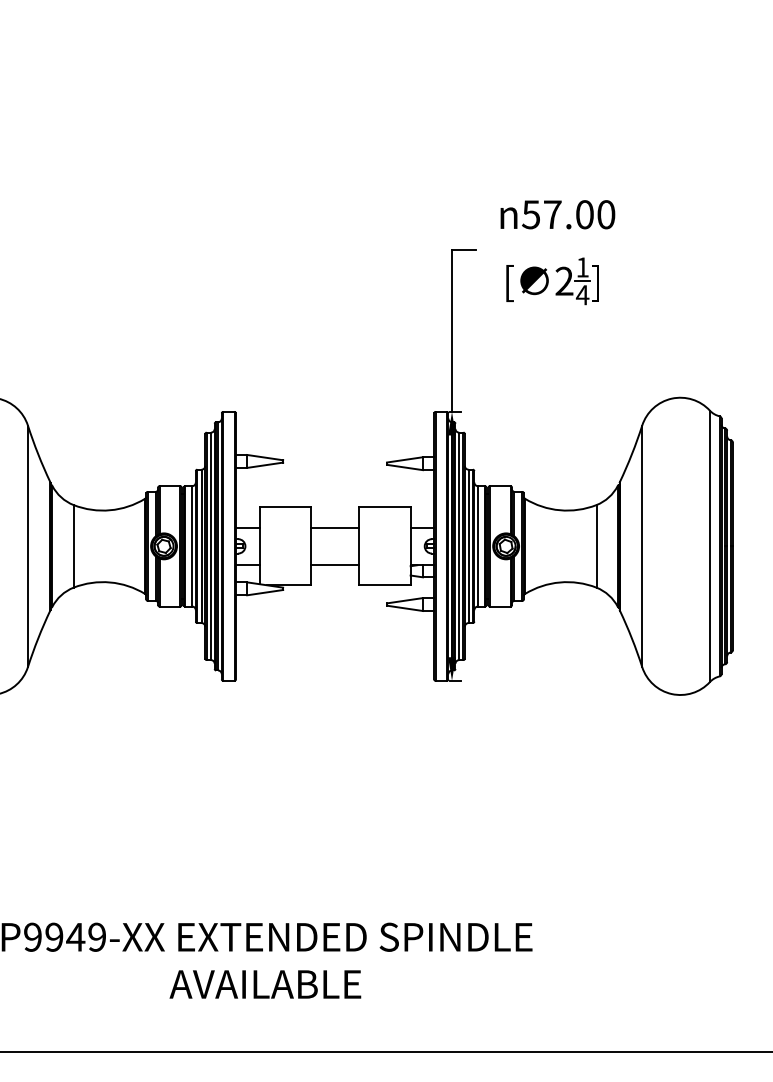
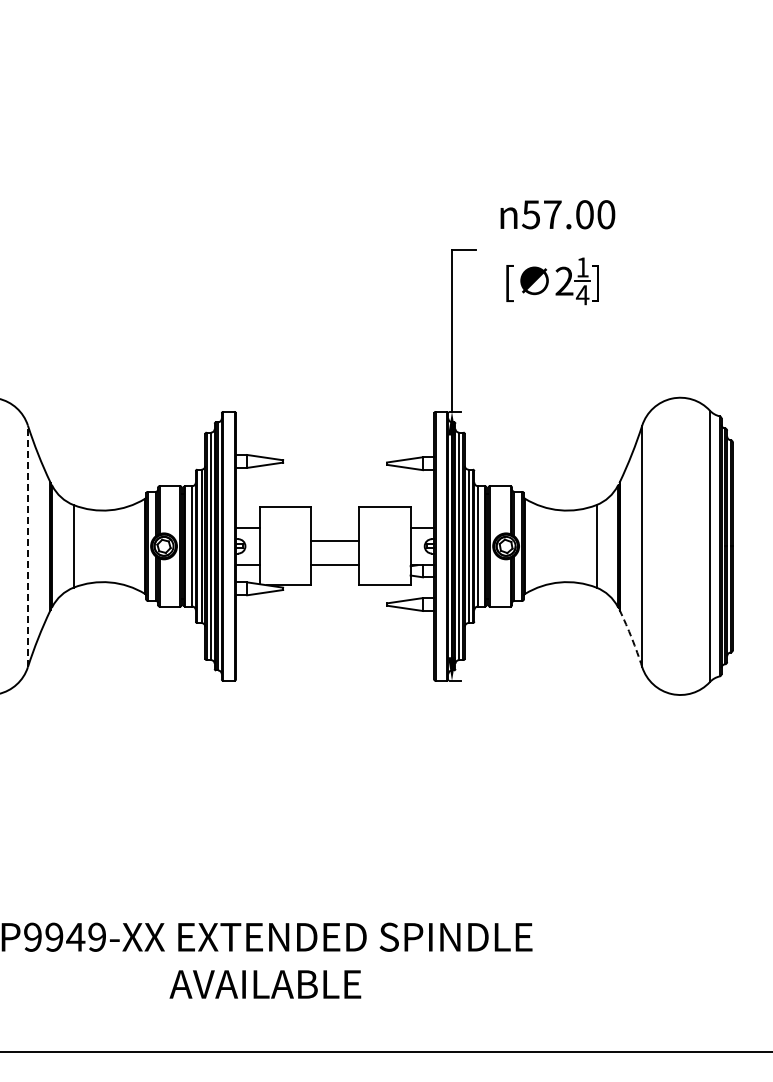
line at (334, 527) position: (334, 527) -> (334, 540)
line at (27, 546): solid -> dashed
arc at (631, 638): solid -> dashed
